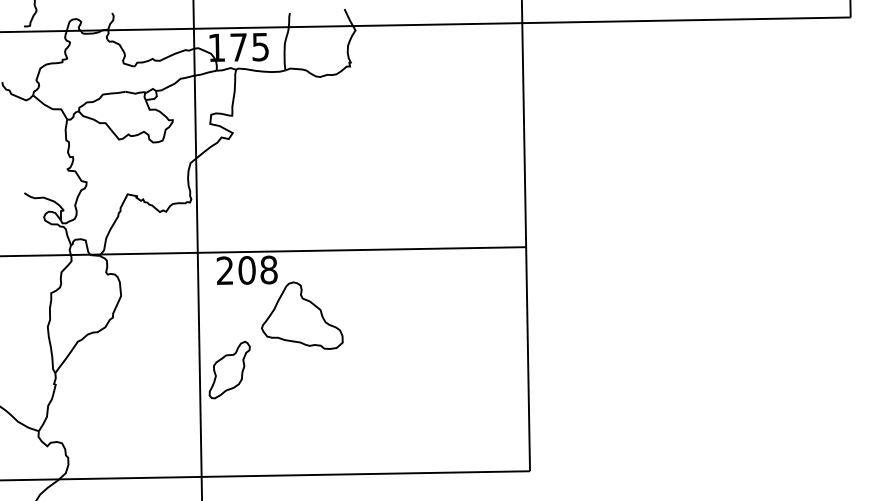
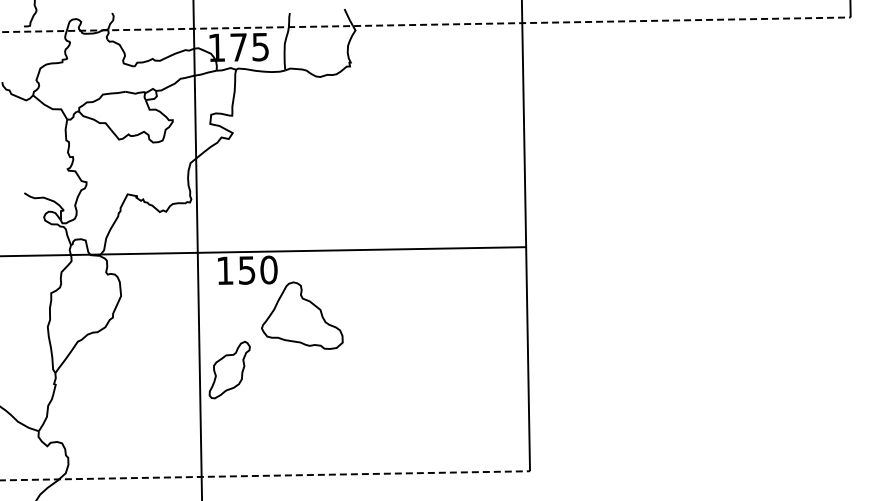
line at (425, 24): solid -> dashed
text at (246, 270): 208 -> 150
line at (265, 475): solid -> dashed
